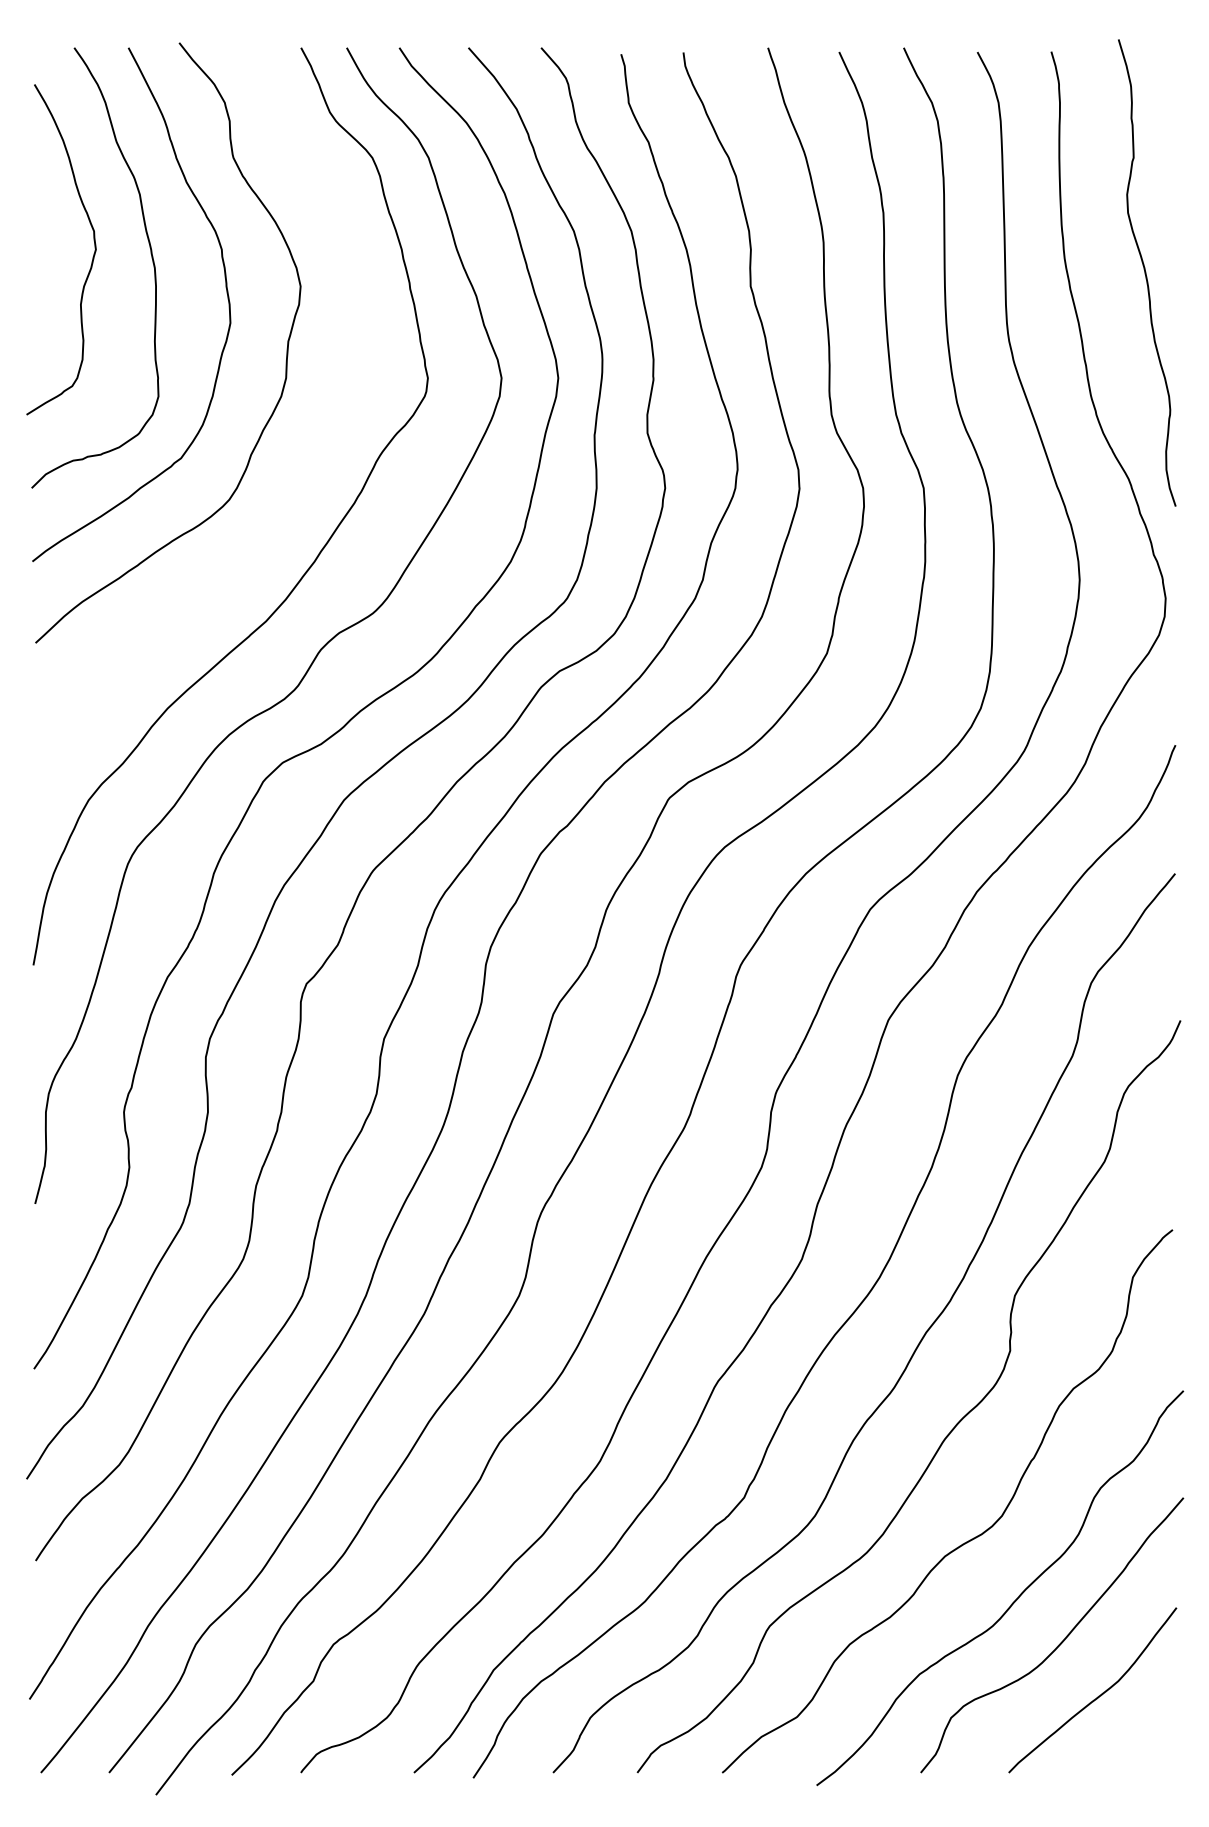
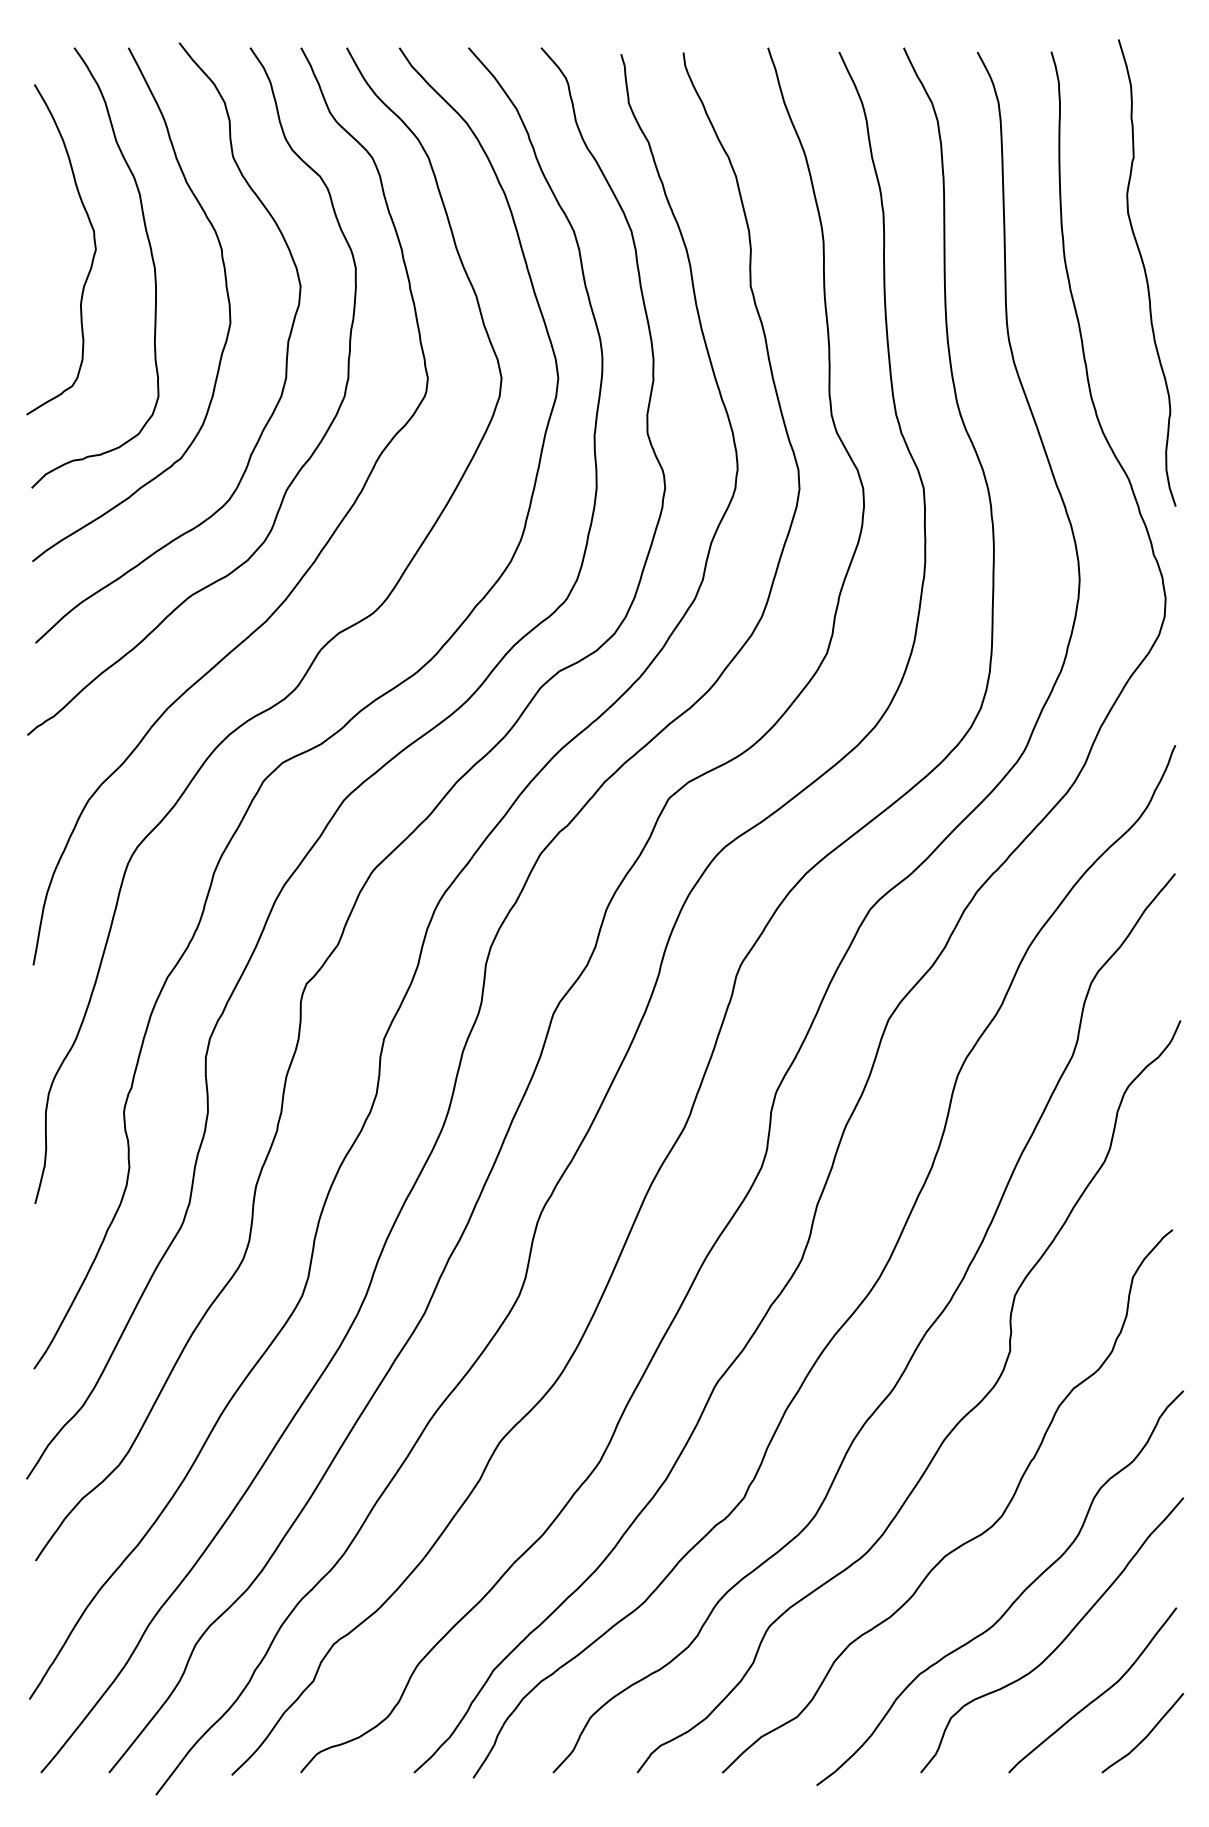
curve at (300, 467): none -> present
curve at (1145, 1736): none -> present
